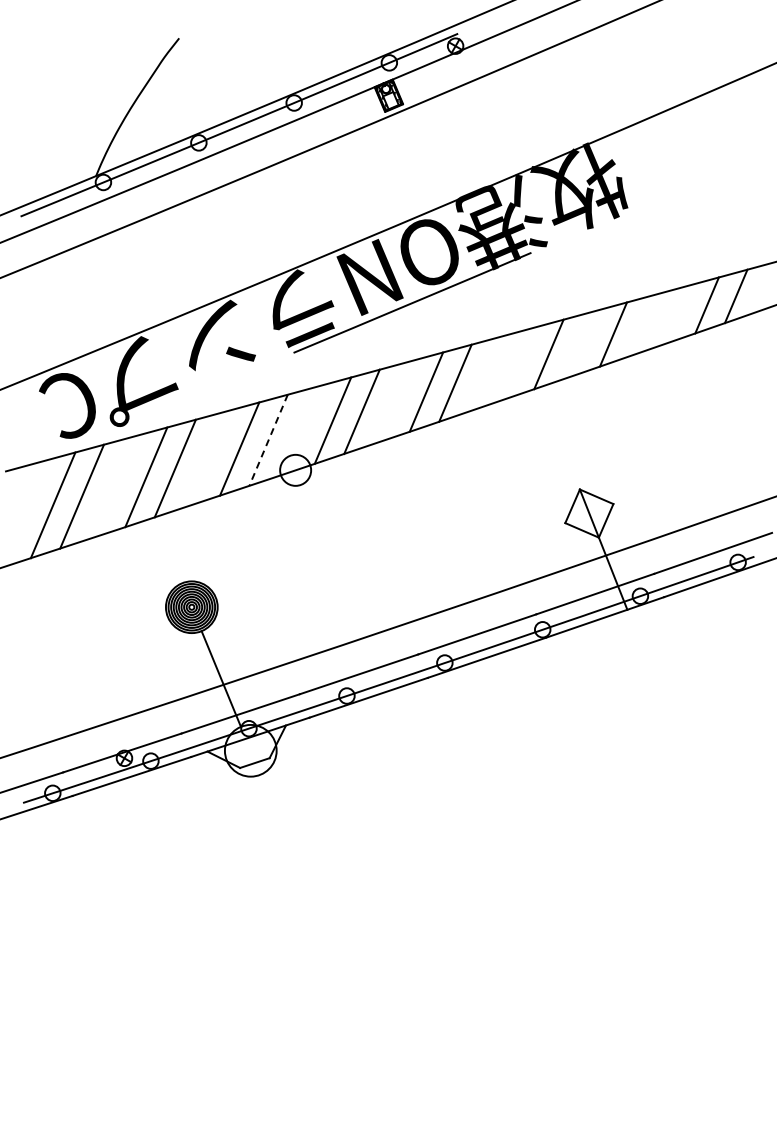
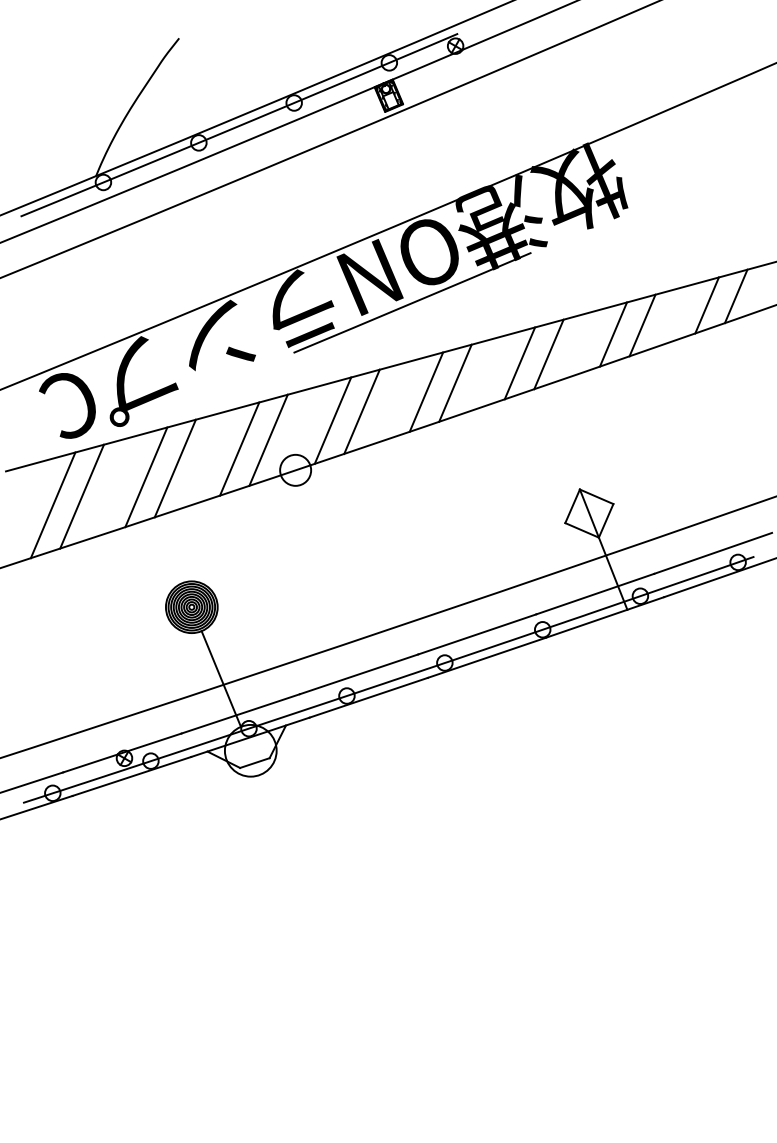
line at (642, 325): none -> present
line at (519, 363): none -> present
line at (268, 440): dashed -> solid
